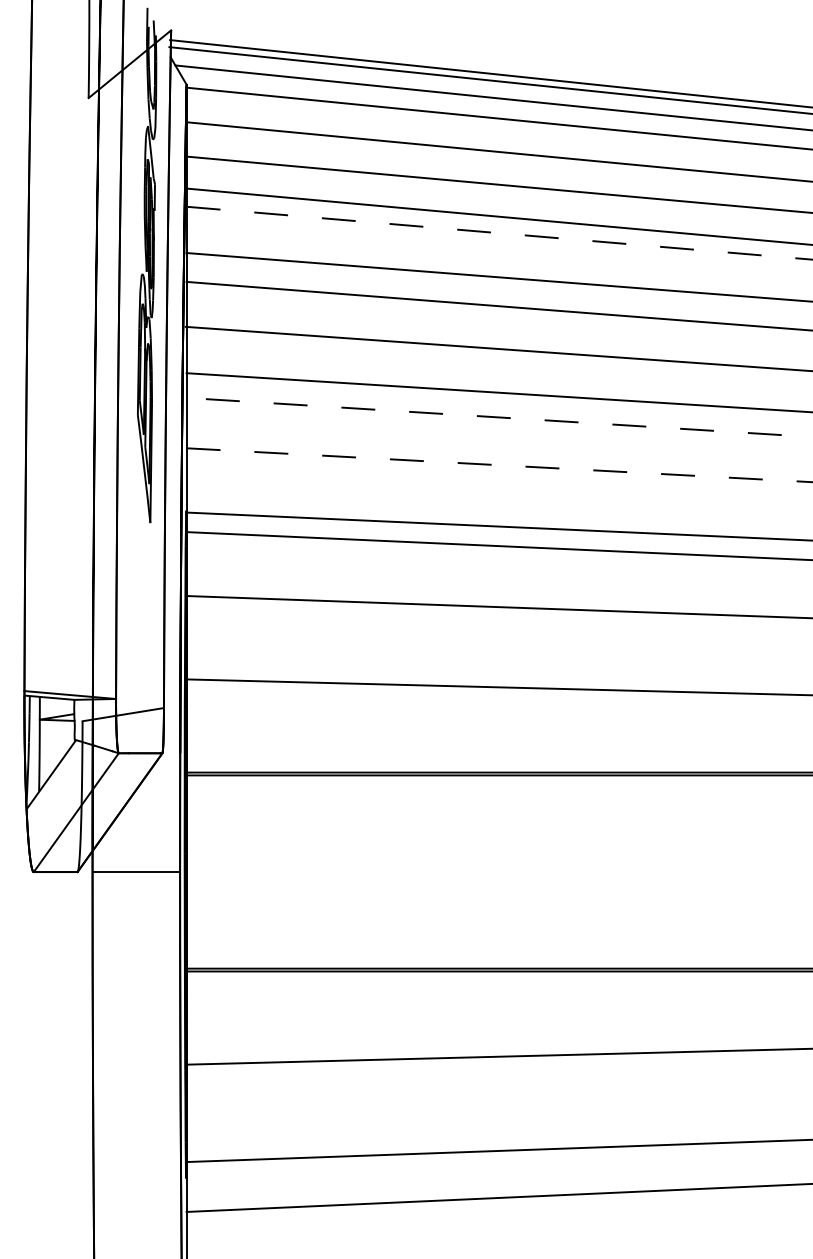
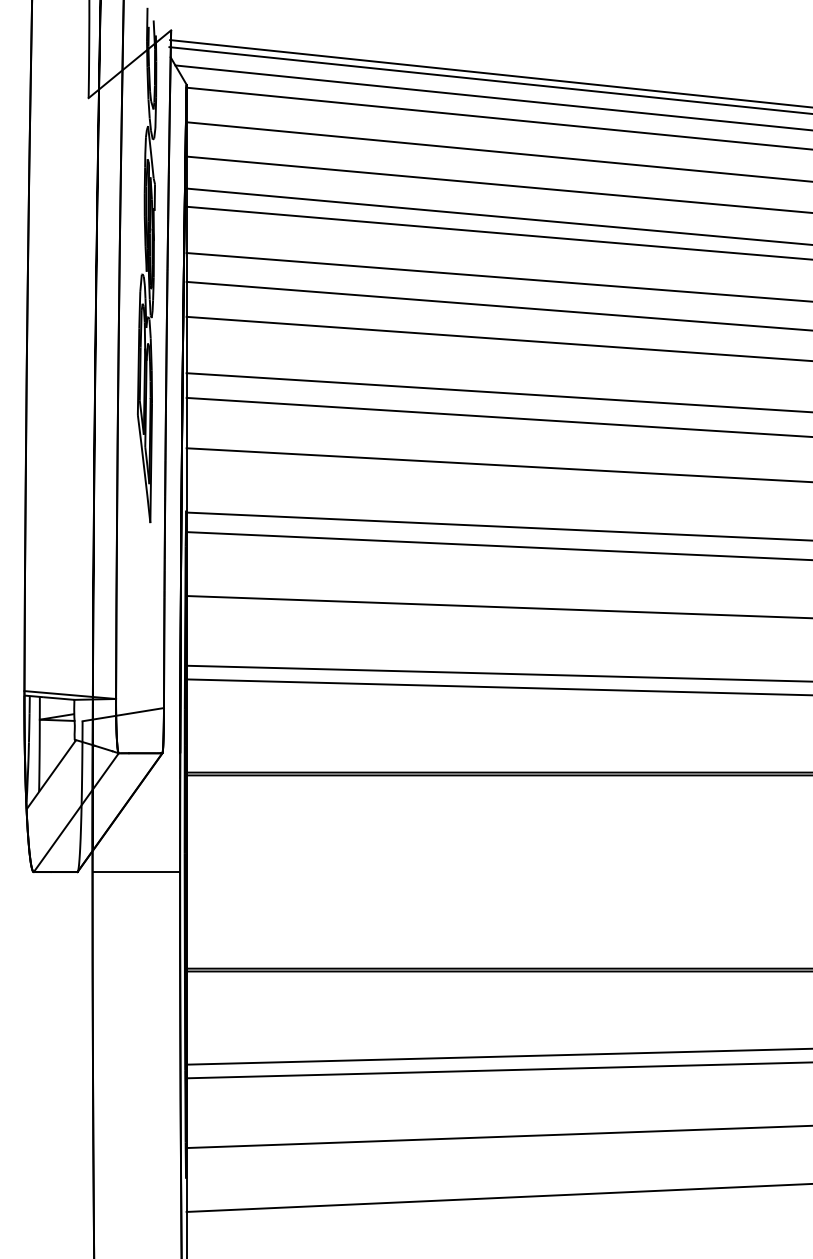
line at (500, 233): dashed -> solid
line at (497, 348) position: (497, 348) -> (497, 338)
line at (499, 417): dashed -> solid
line at (500, 465): dashed -> solid
line at (497, 673): none -> present
line at (497, 1070): none -> present
line at (497, 1150) position: (497, 1150) -> (497, 1136)
